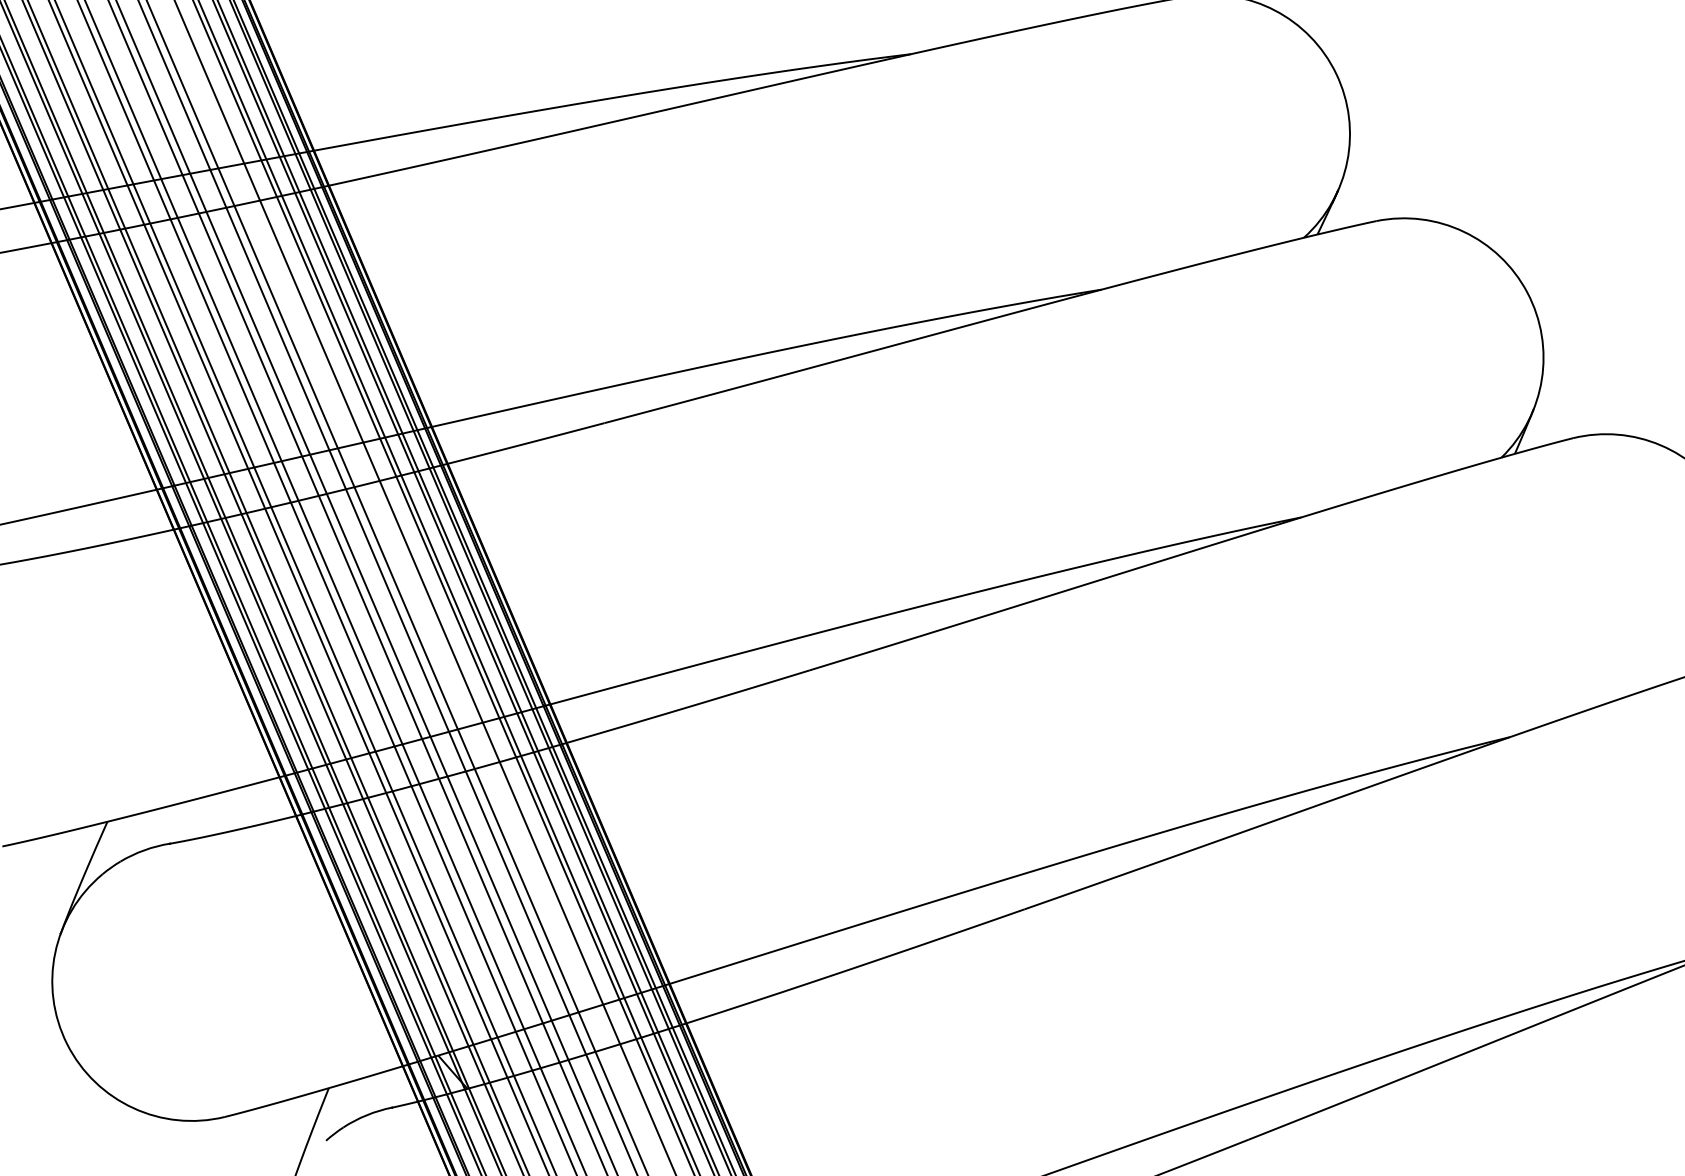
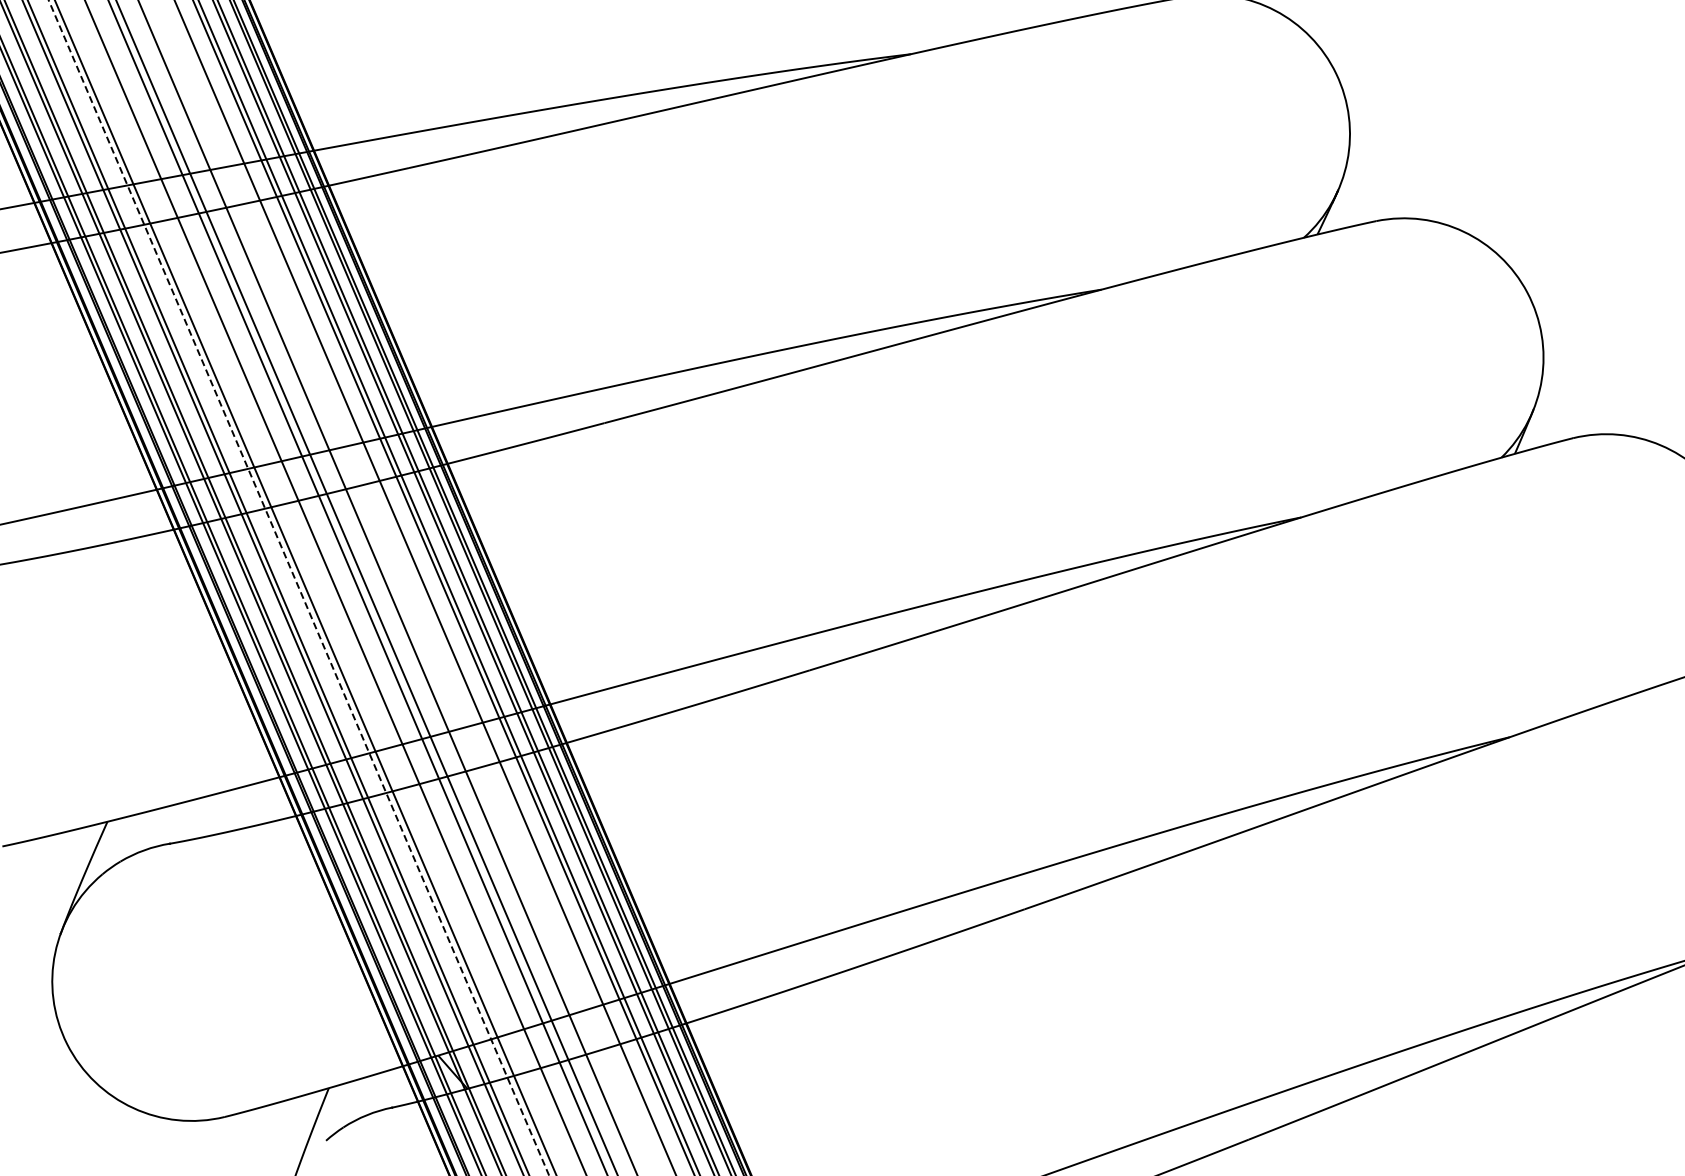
line at (298, 587): solid -> dashed
line at (326, 587): present -> none
line at (396, 587): present -> none
